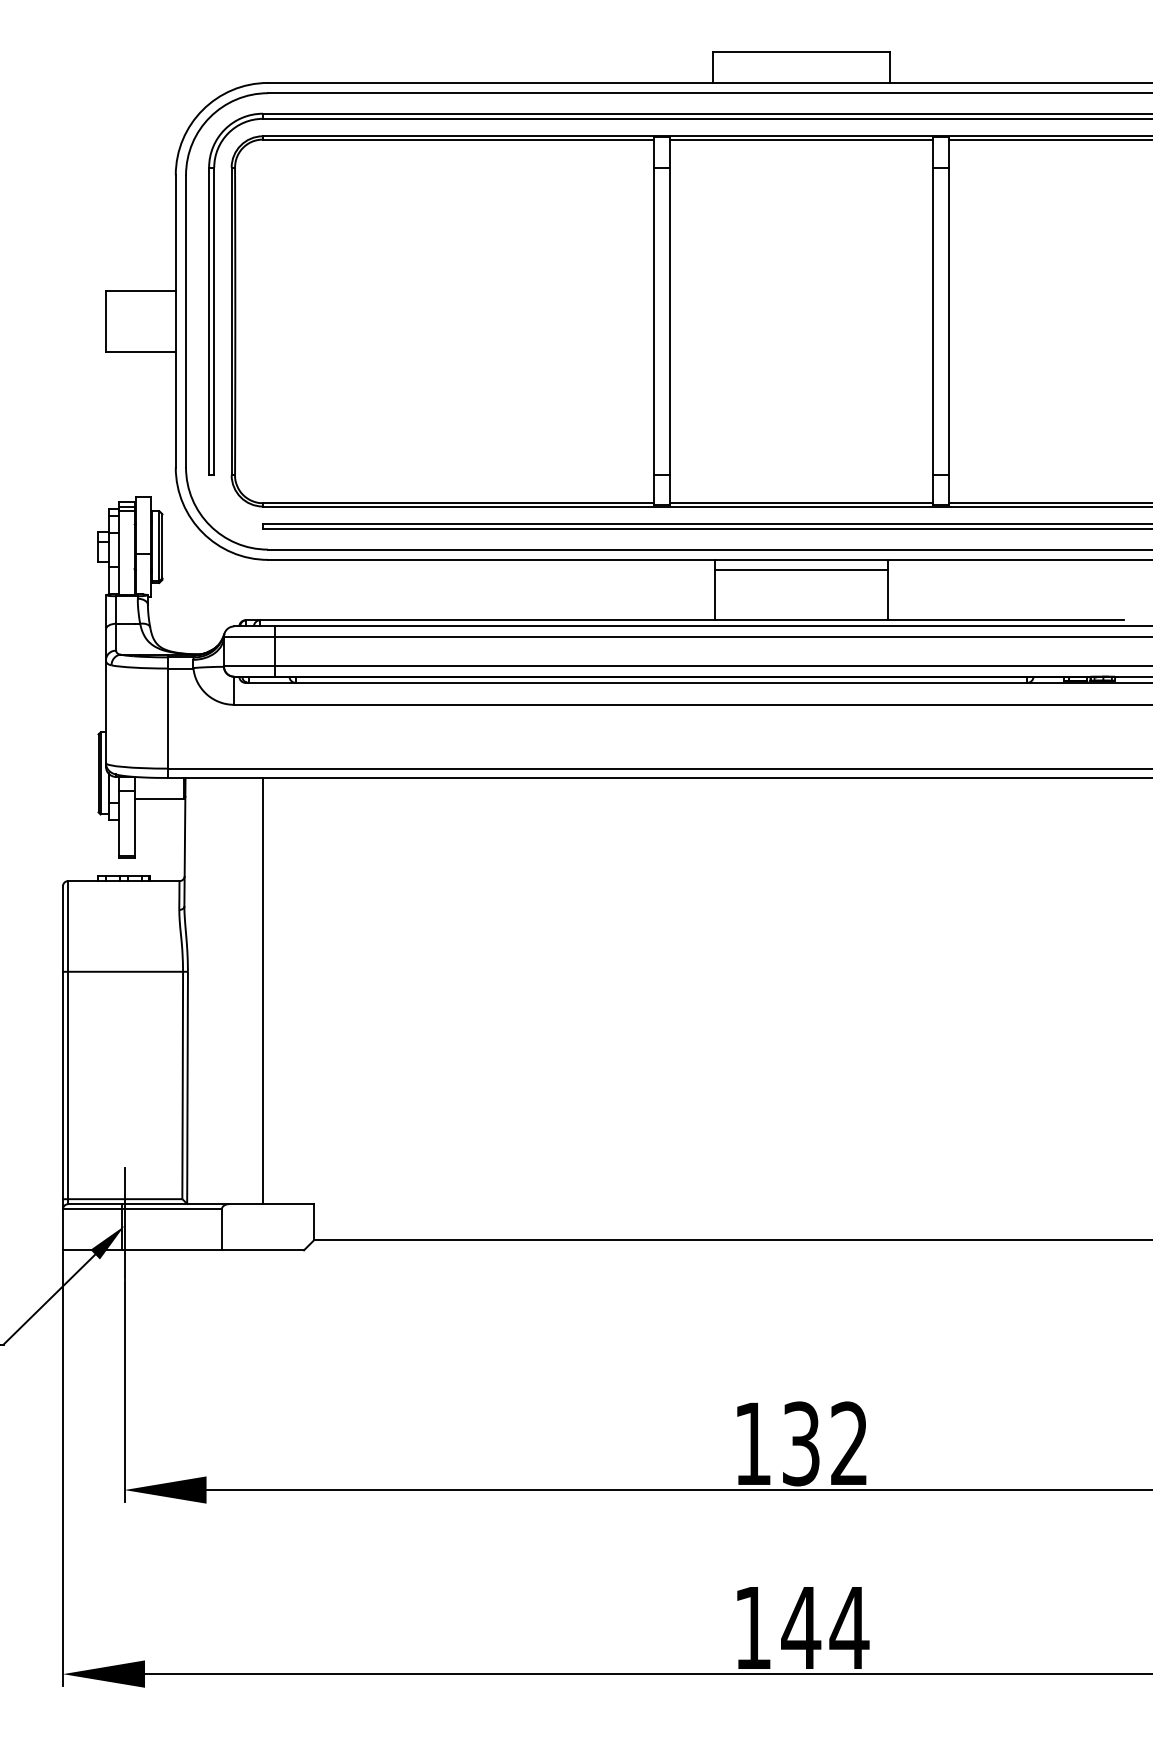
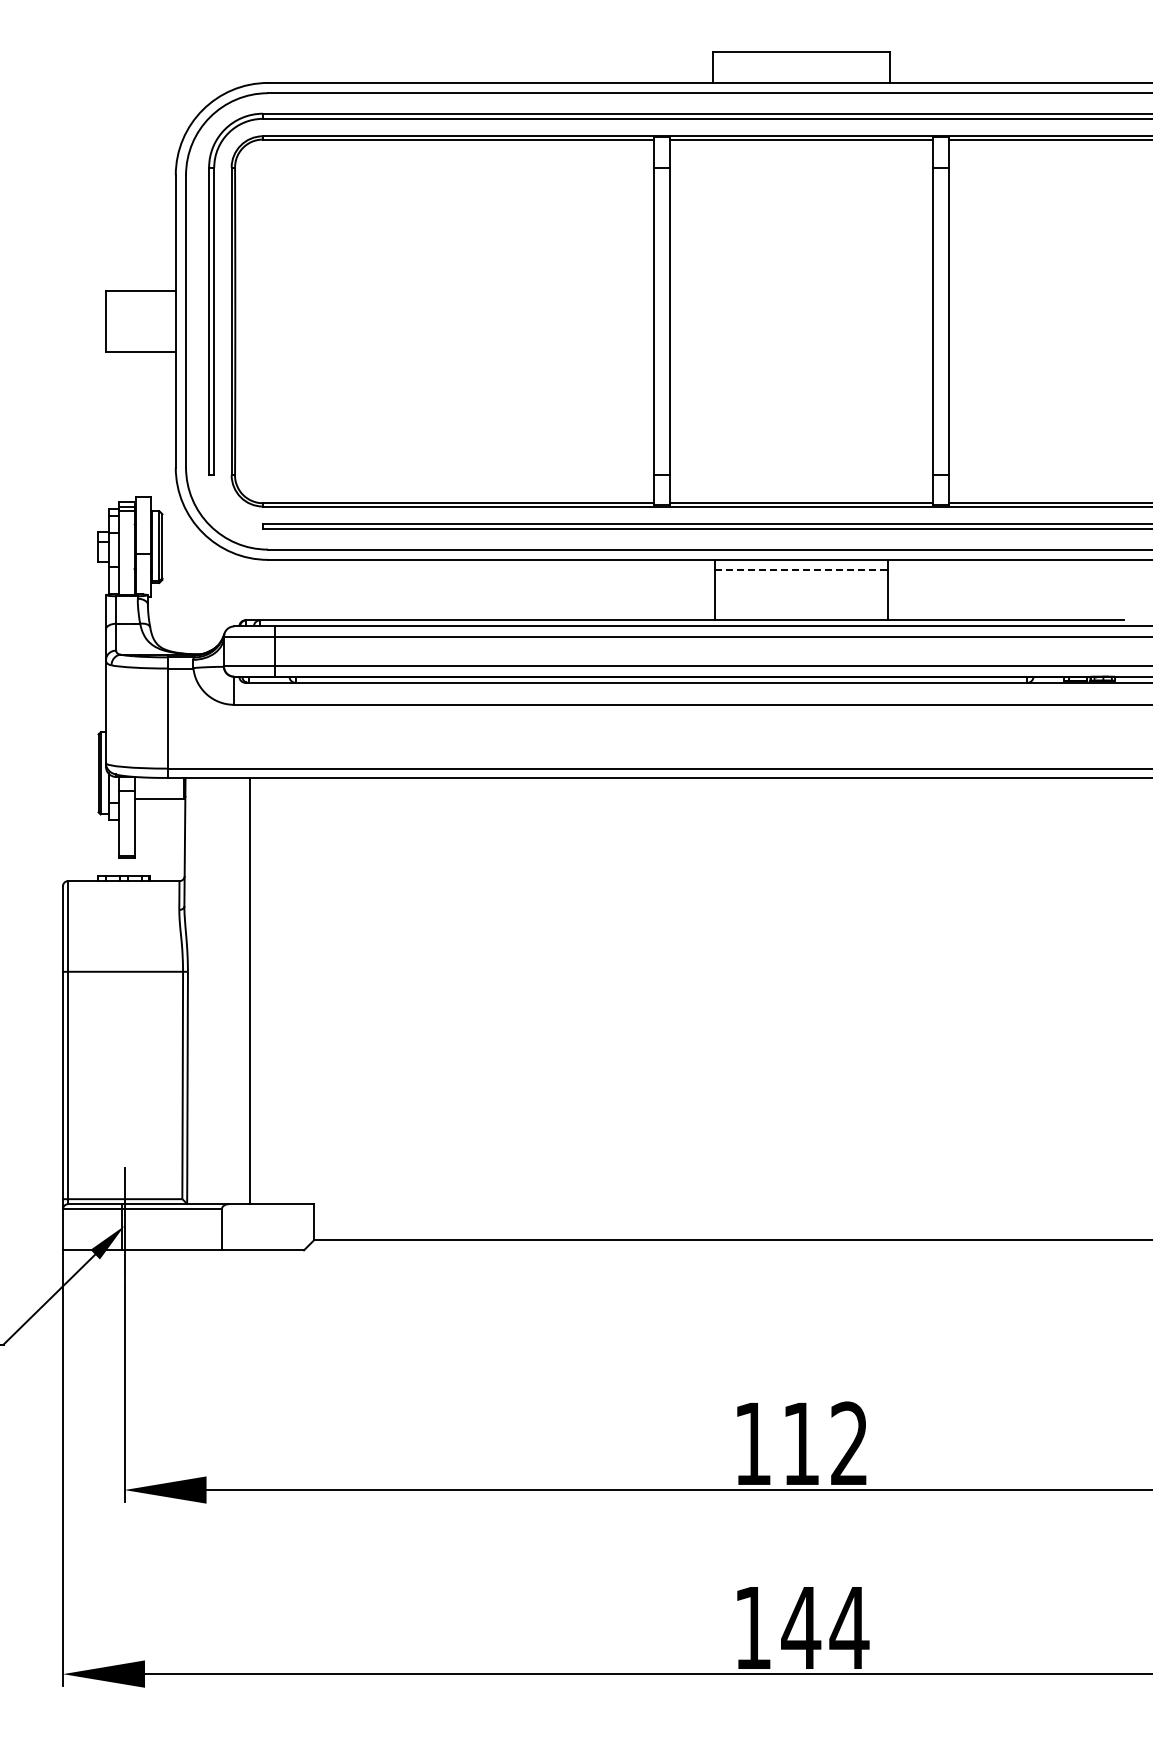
line at (801, 570): solid -> dashed
line at (262, 990) position: (262, 990) -> (249, 990)
text at (801, 1443): 132 -> 112
